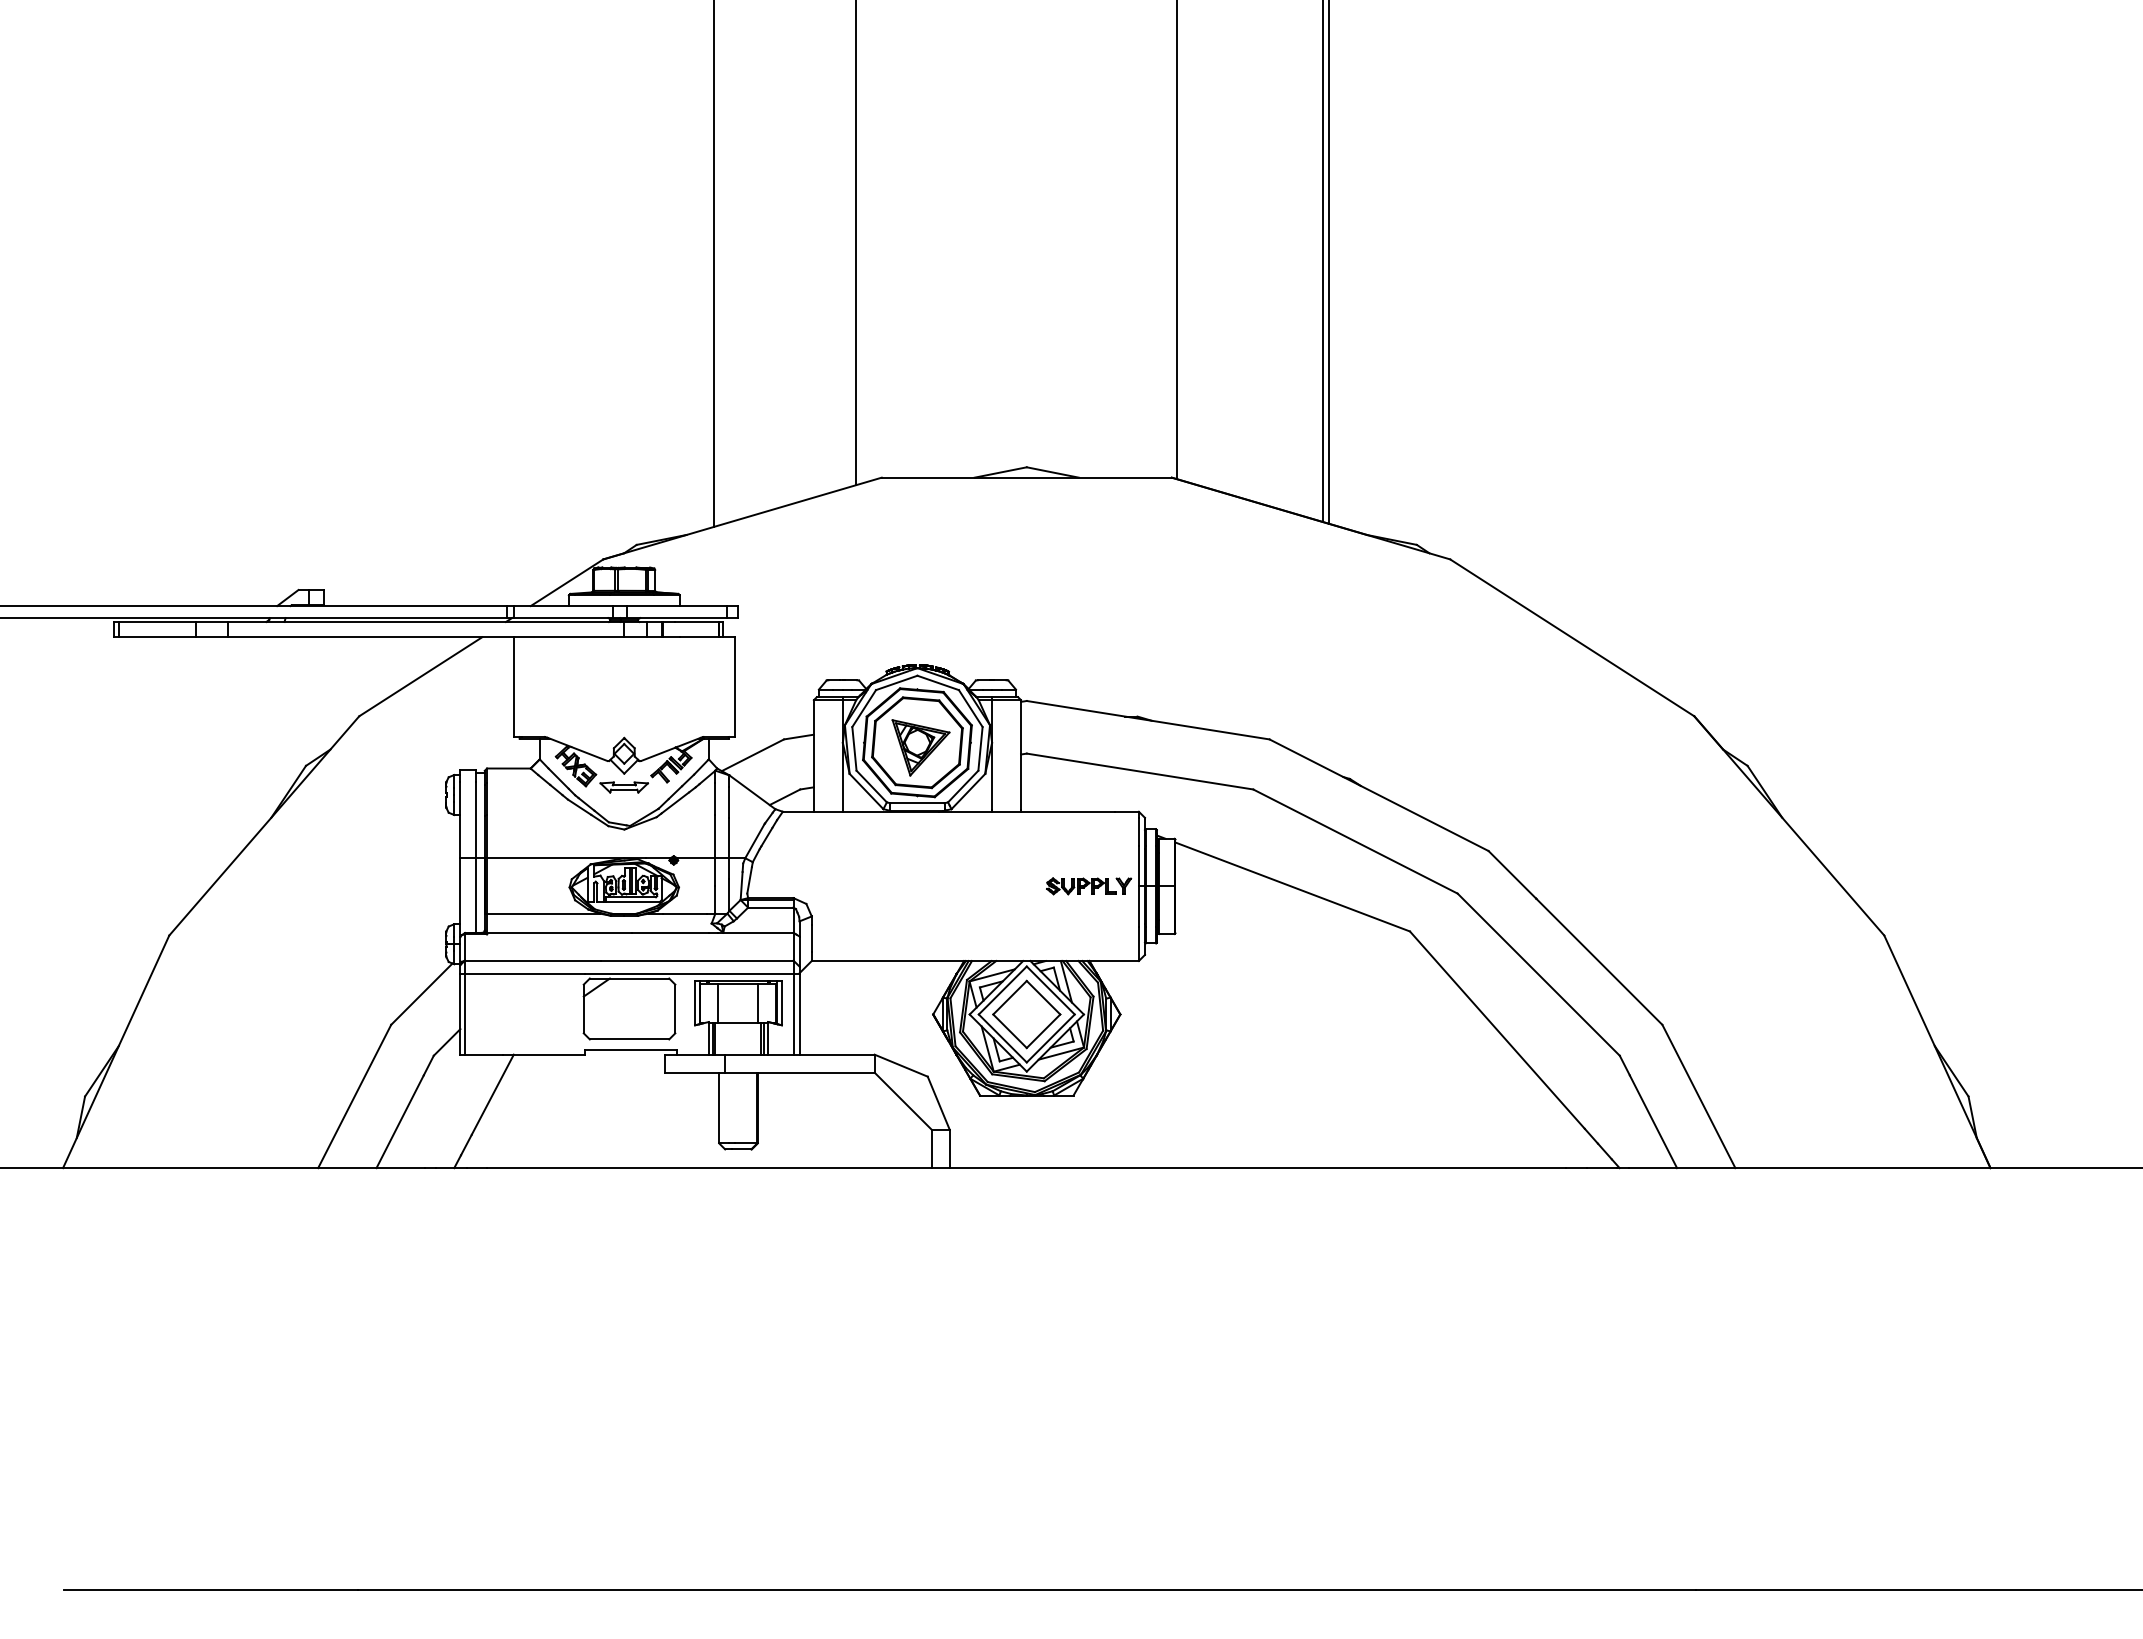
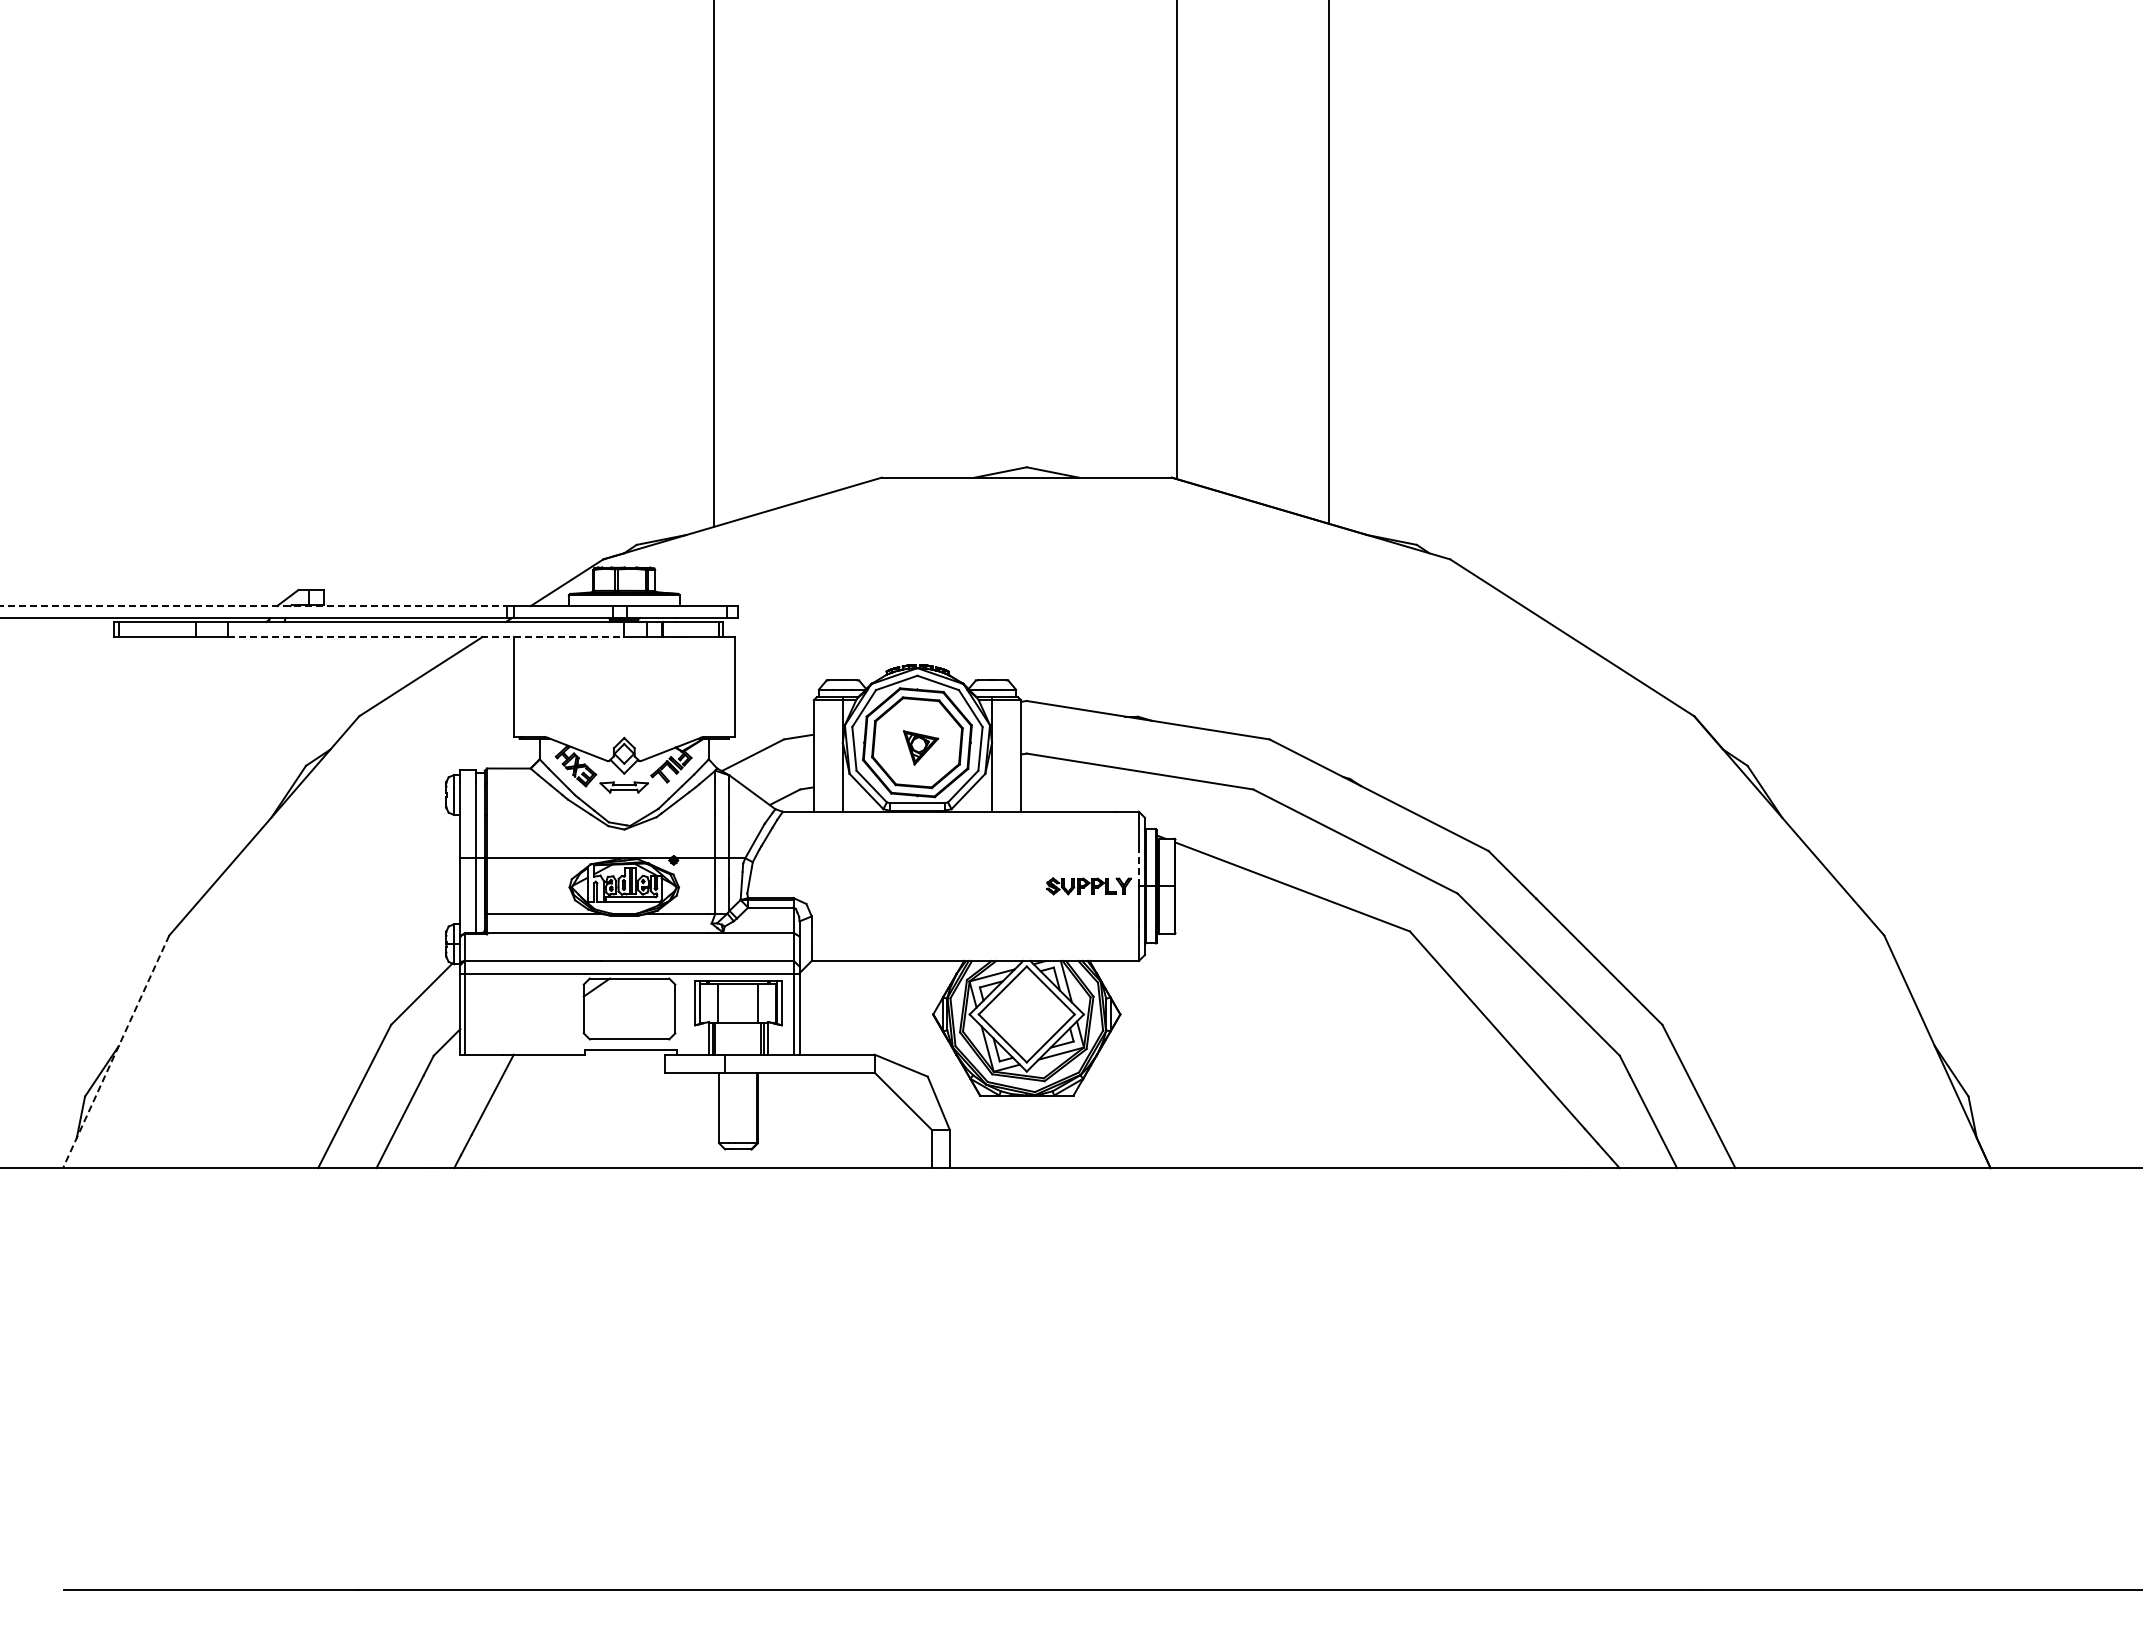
line at (855, 243): present -> none
line at (1323, 262): present -> none
line at (253, 606): solid -> dashed
line at (426, 637): solid -> dashed
part at (920, 747) size: 60x58 px -> 37x36 px
line at (1138, 865): solid -> dashed
part at (1026, 1014): present -> none
line at (116, 1051): solid -> dashed
